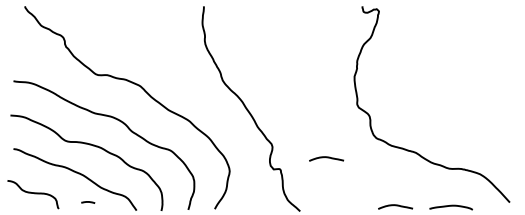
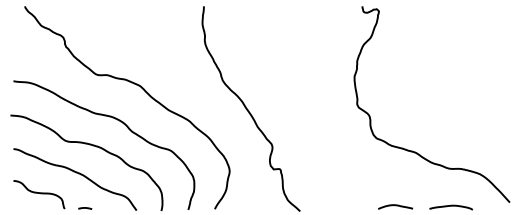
curve at (326, 158): present -> none
curve at (33, 193) position: (33, 193) -> (39, 193)
line at (88, 202) position: (88, 202) -> (85, 208)
